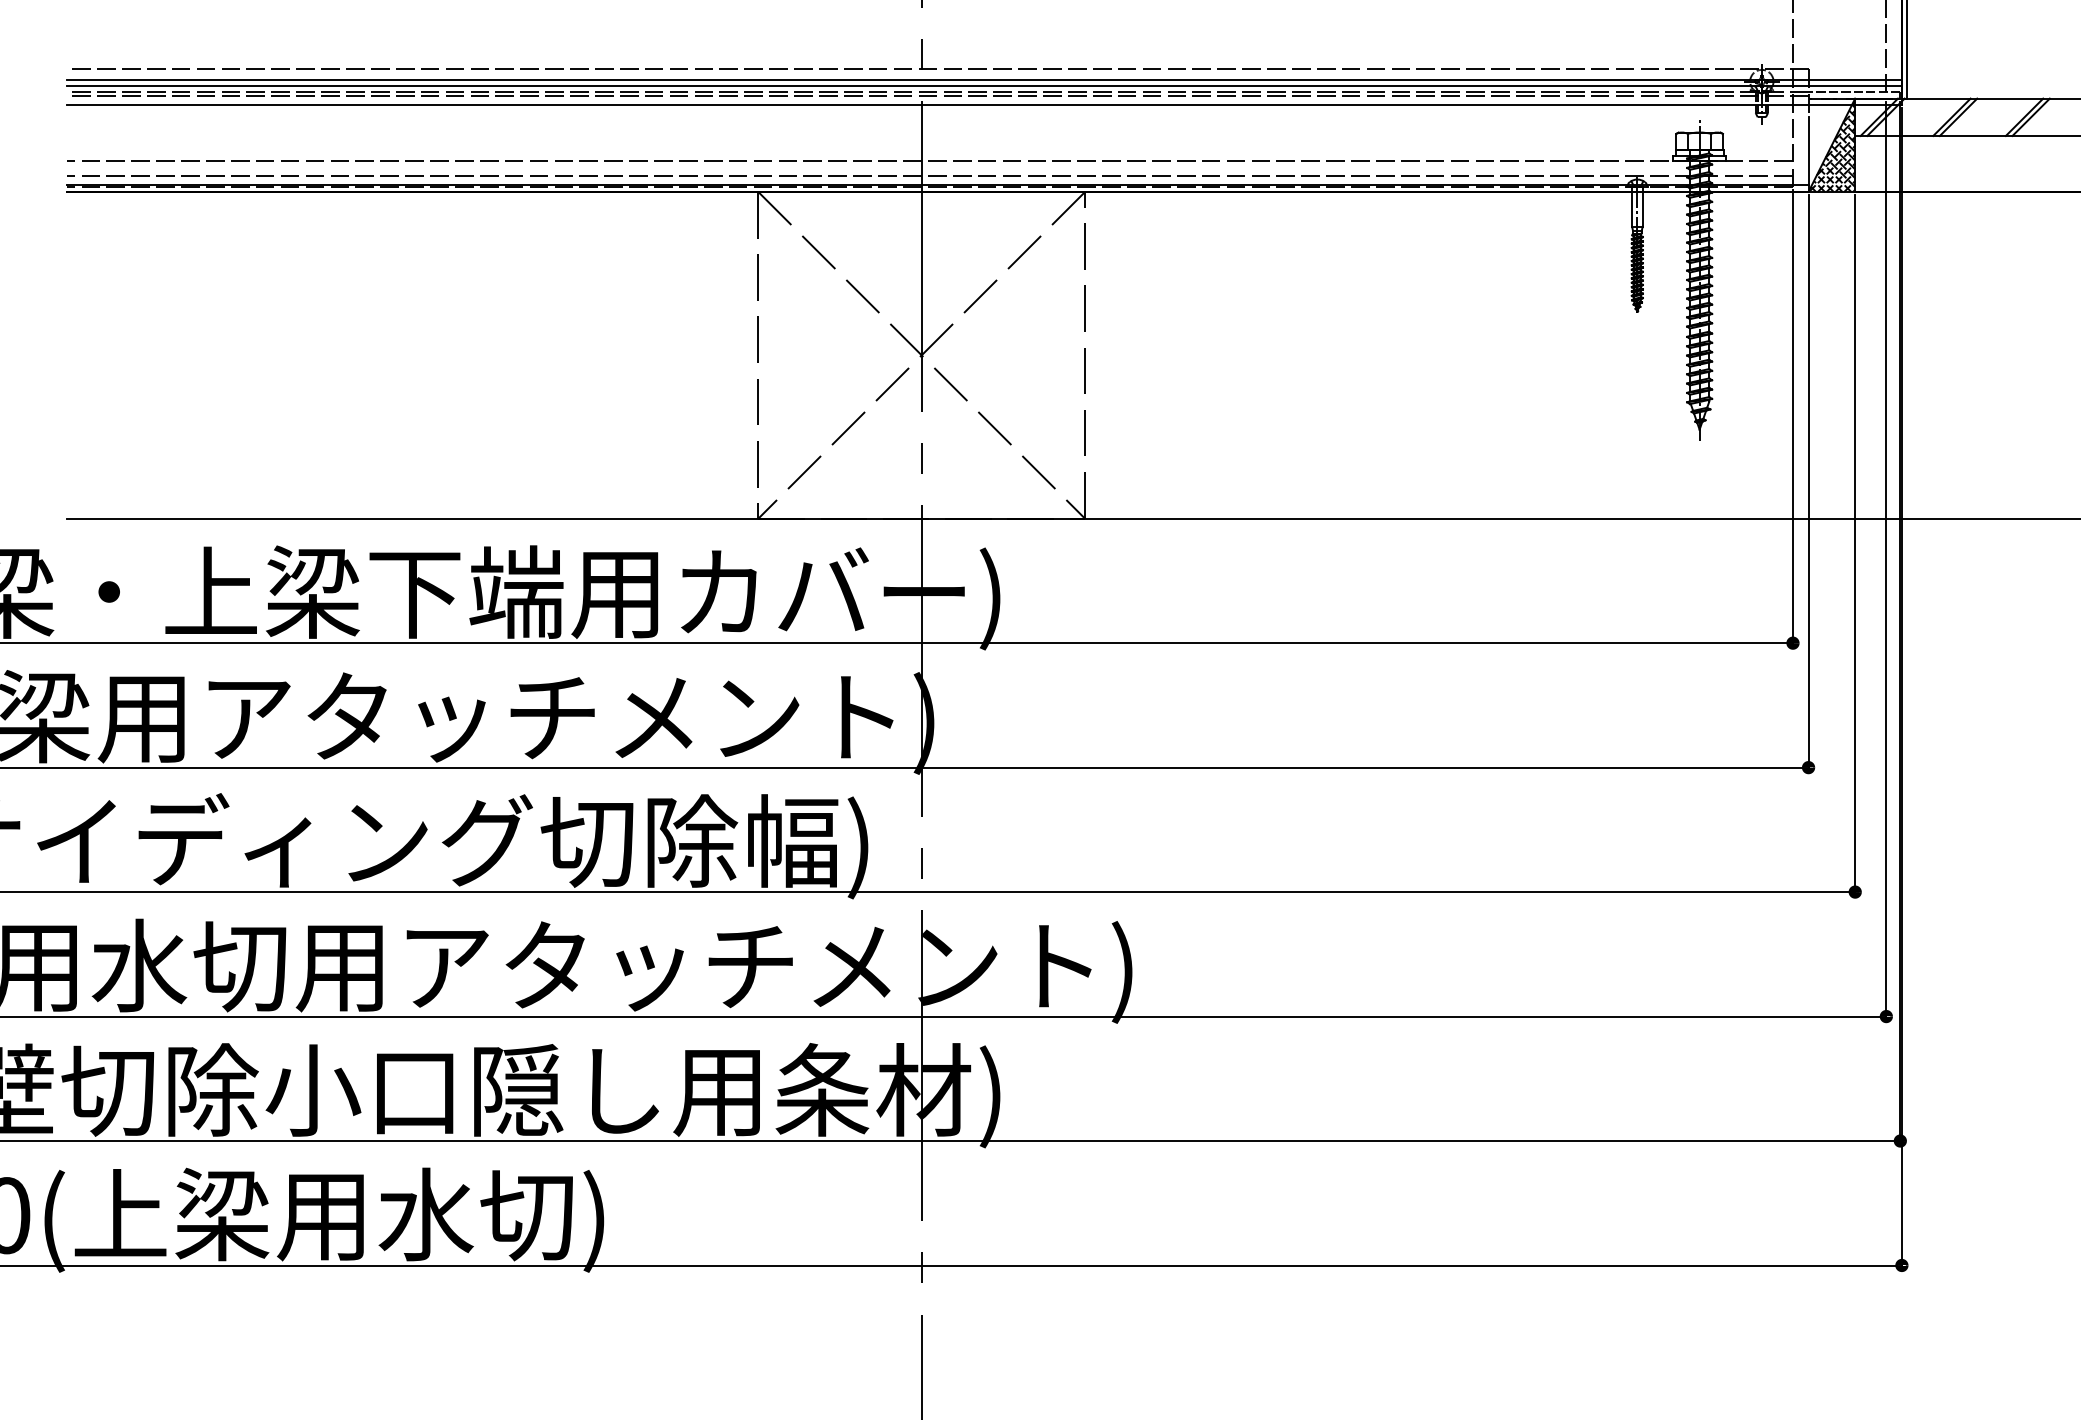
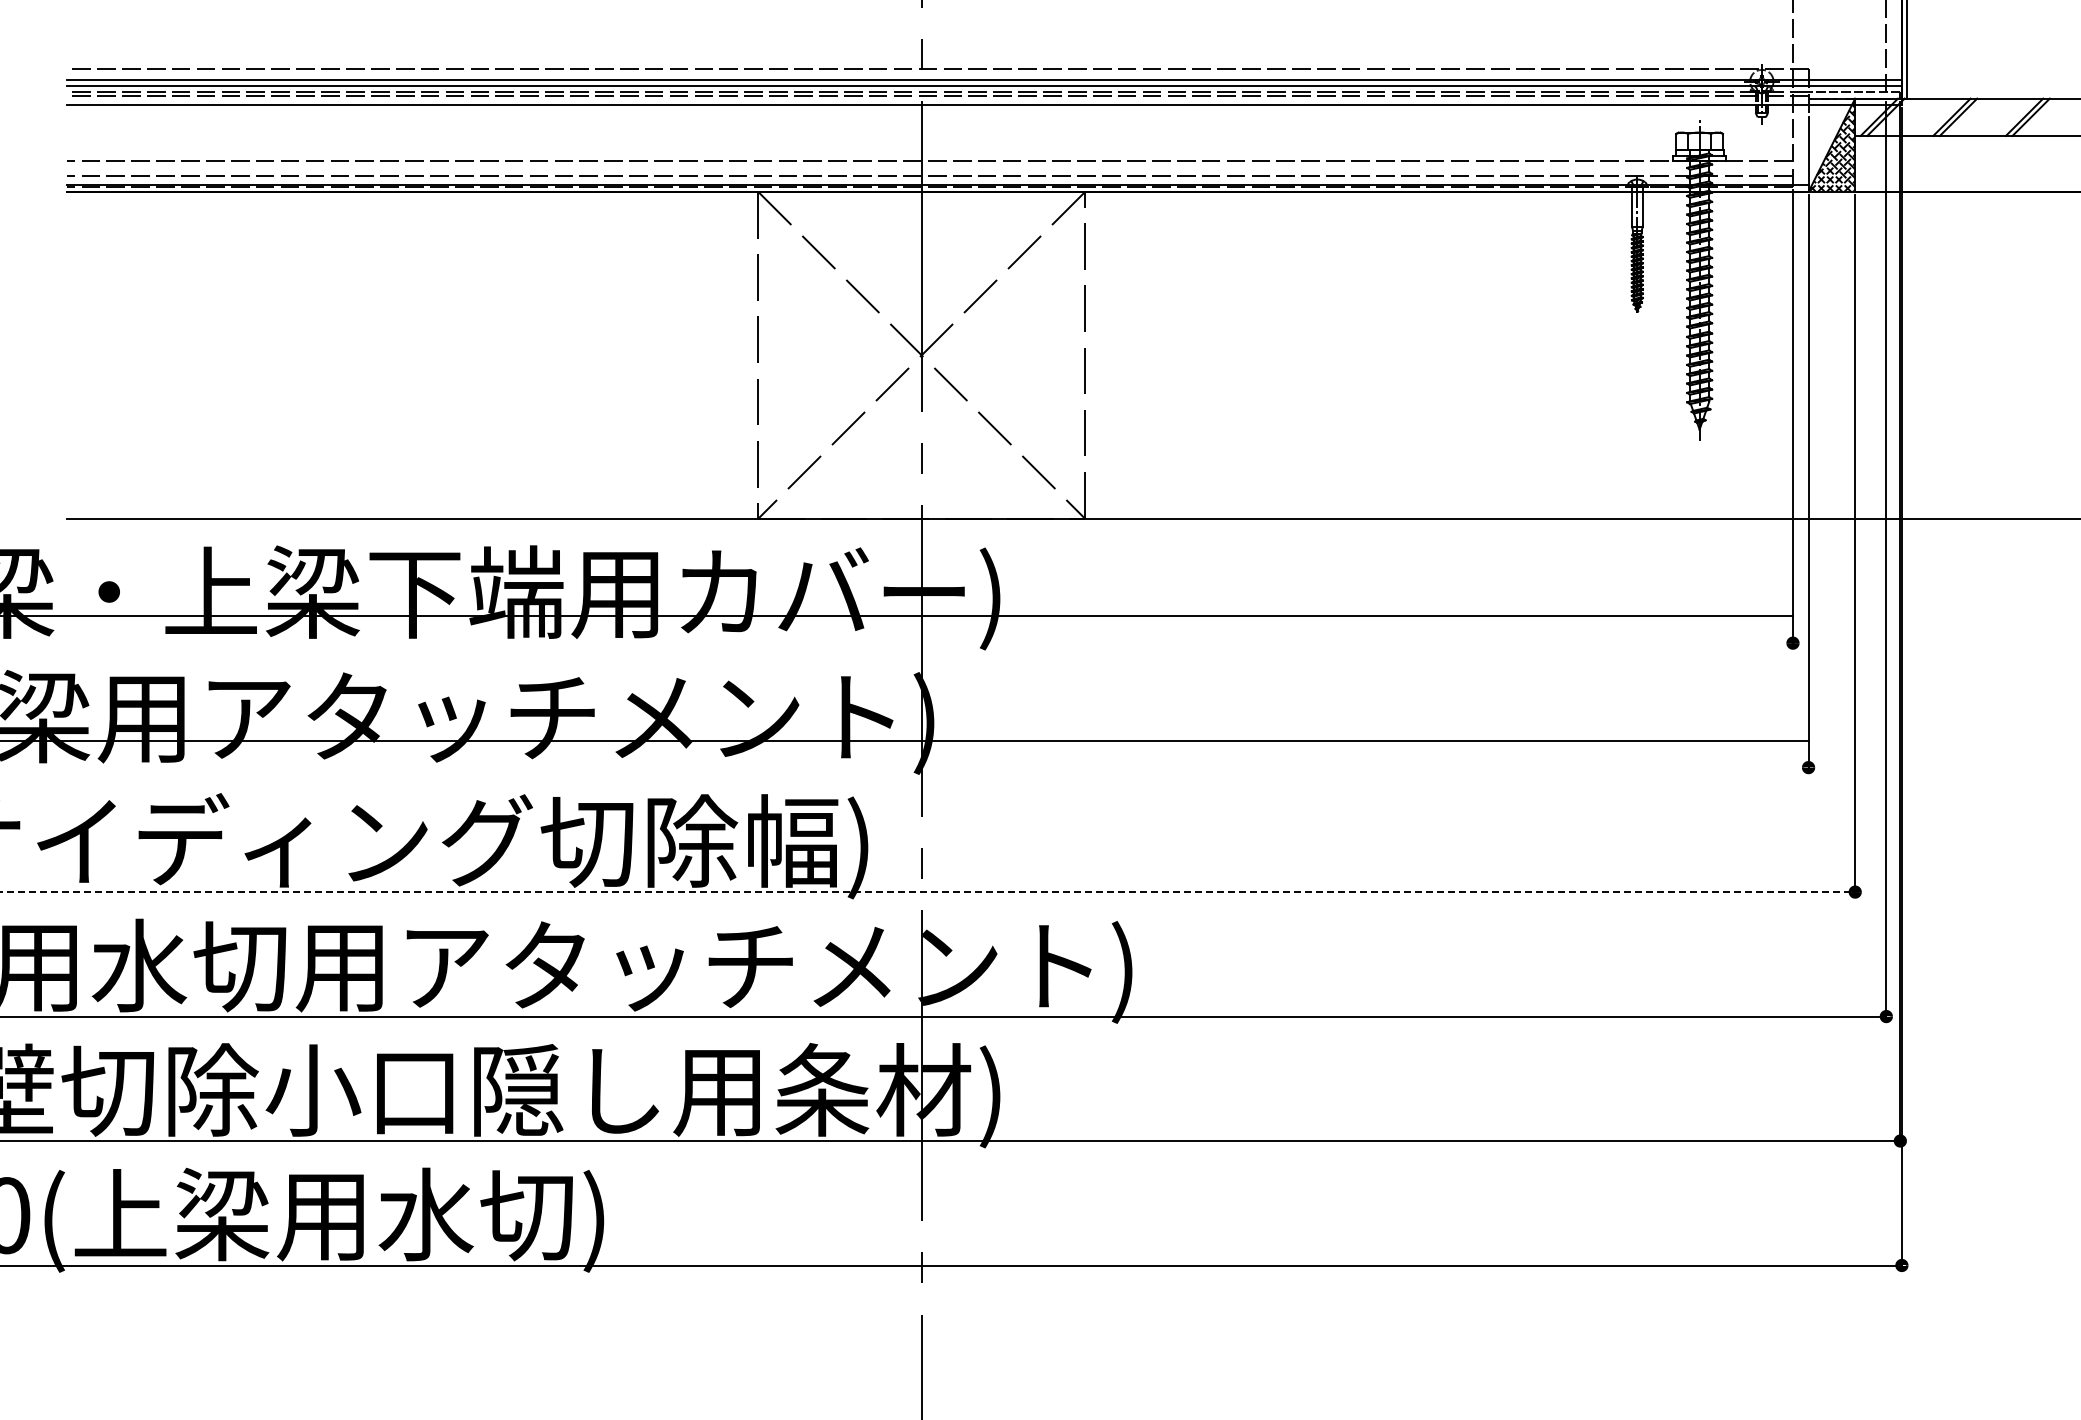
line at (897, 643) position: (897, 643) -> (897, 616)
line at (905, 767) position: (905, 767) -> (905, 740)
line at (928, 892): solid -> dashed
